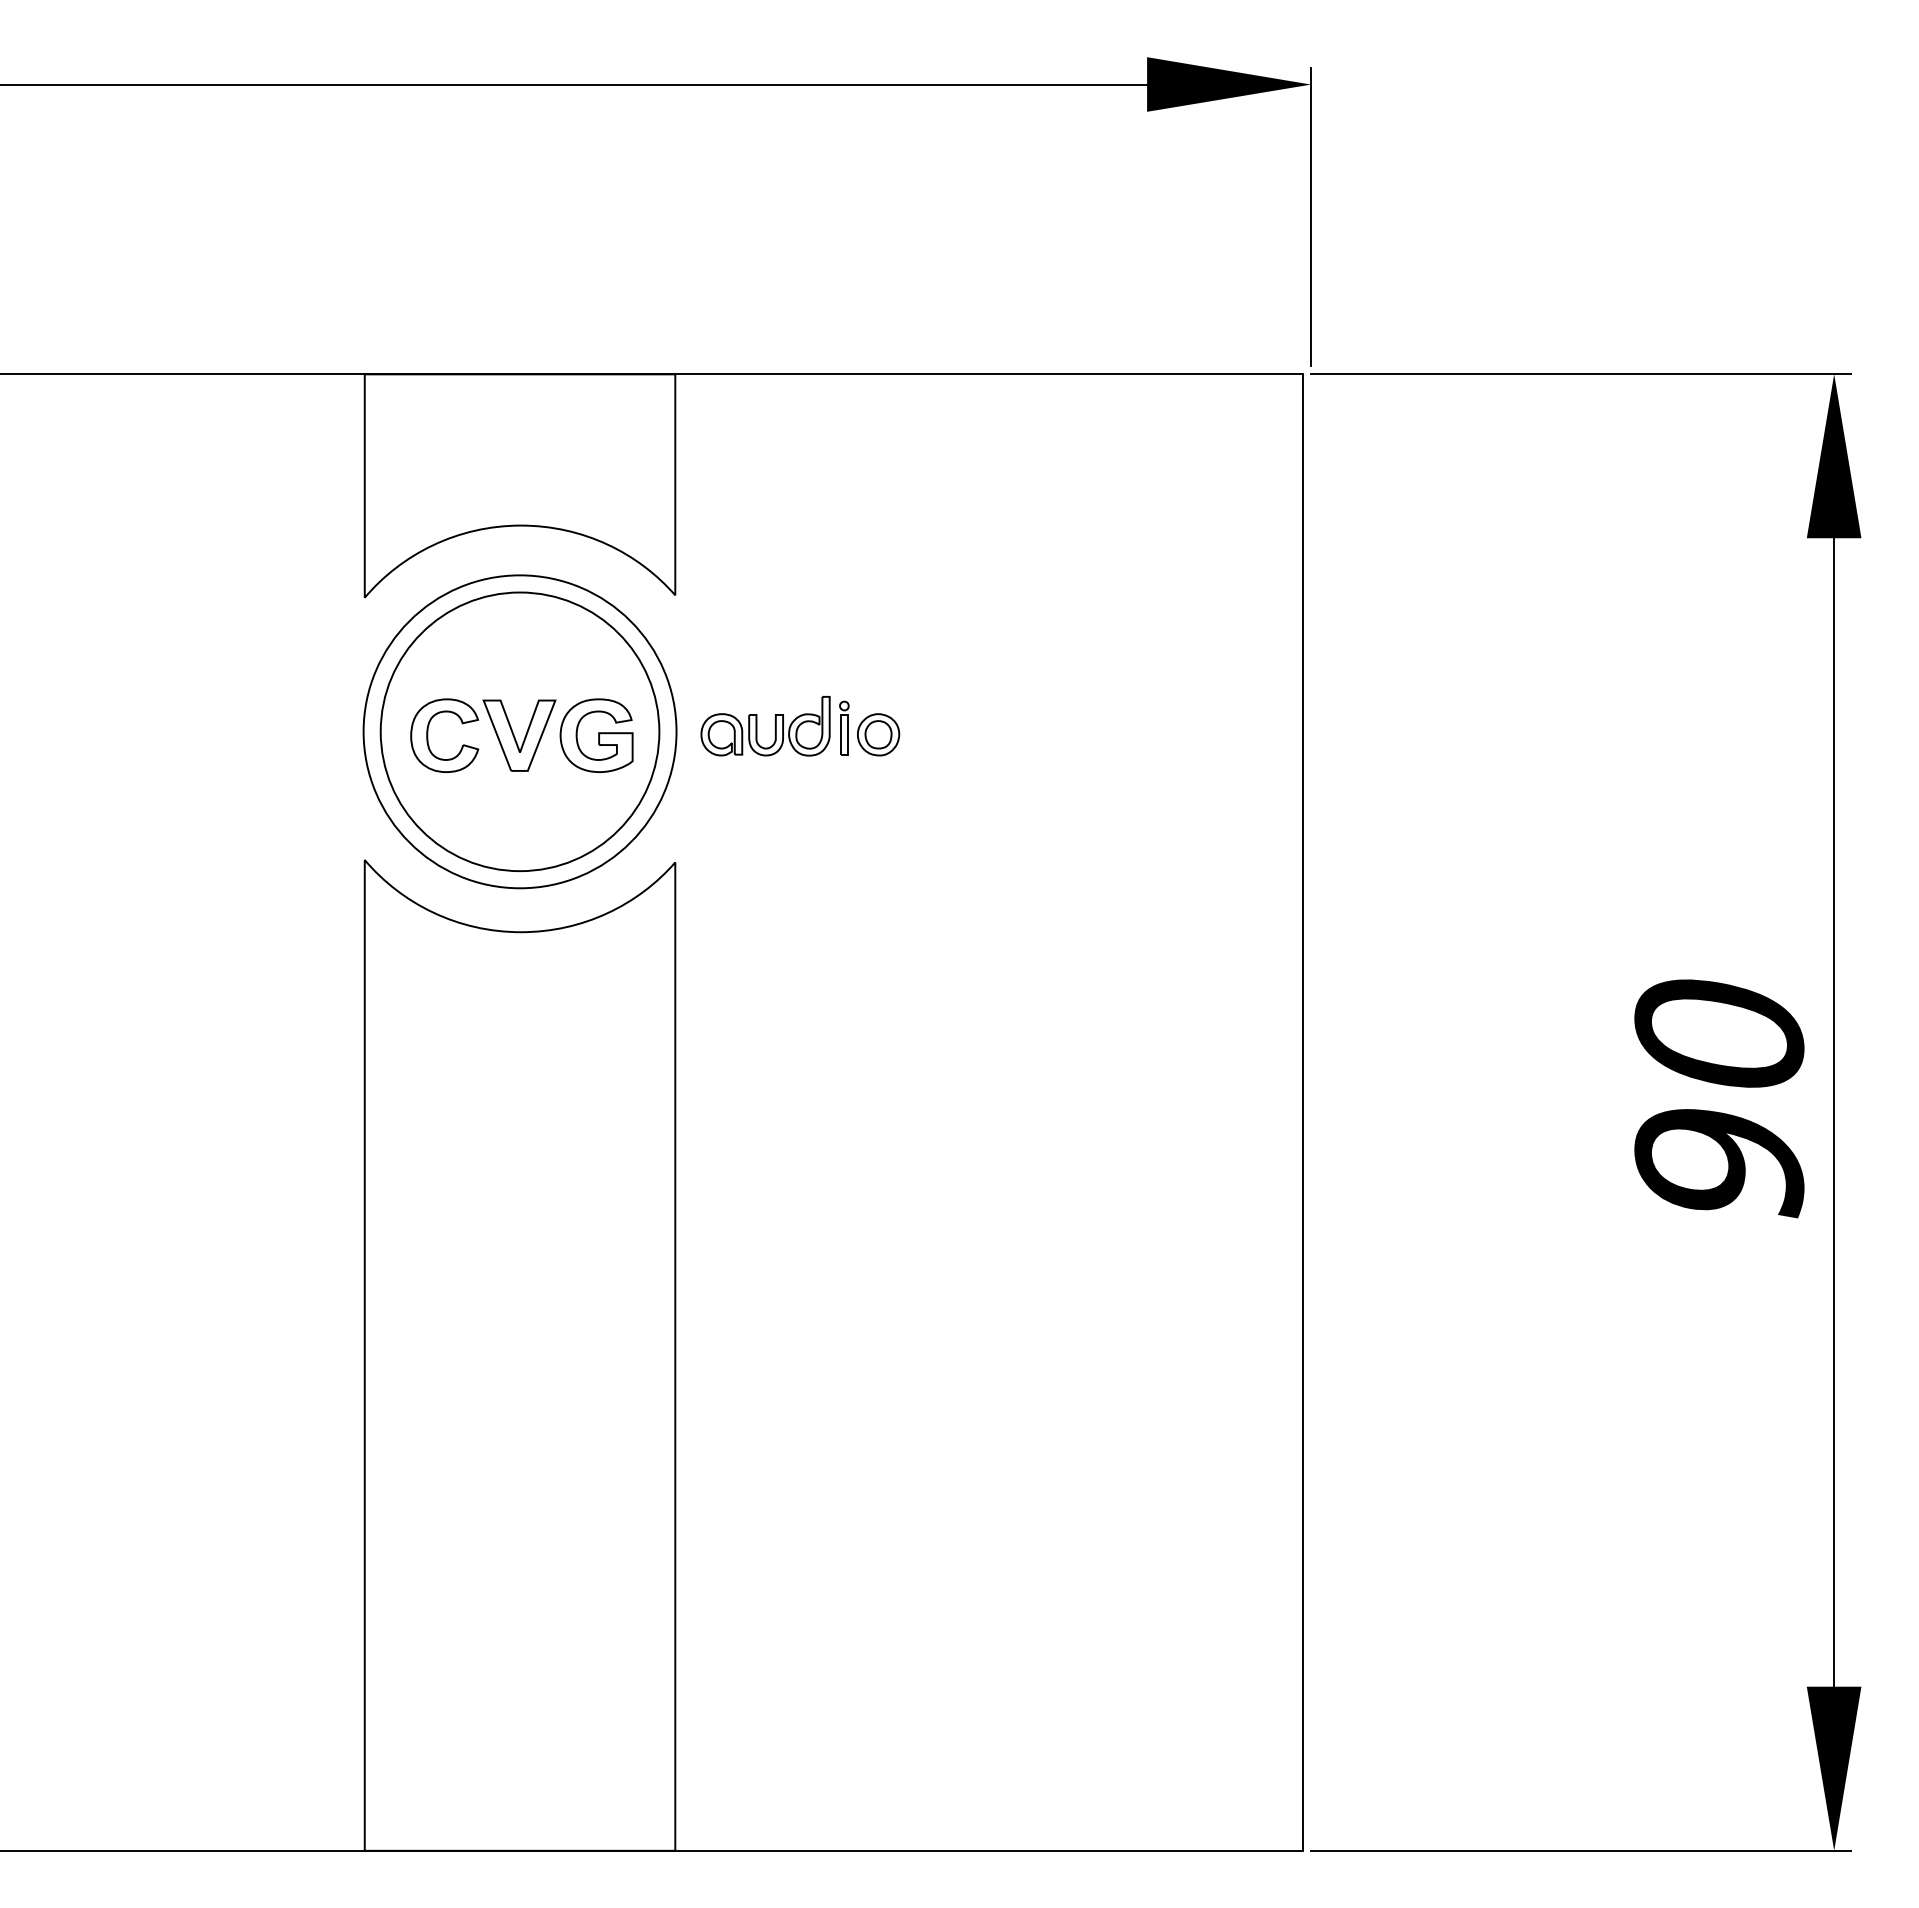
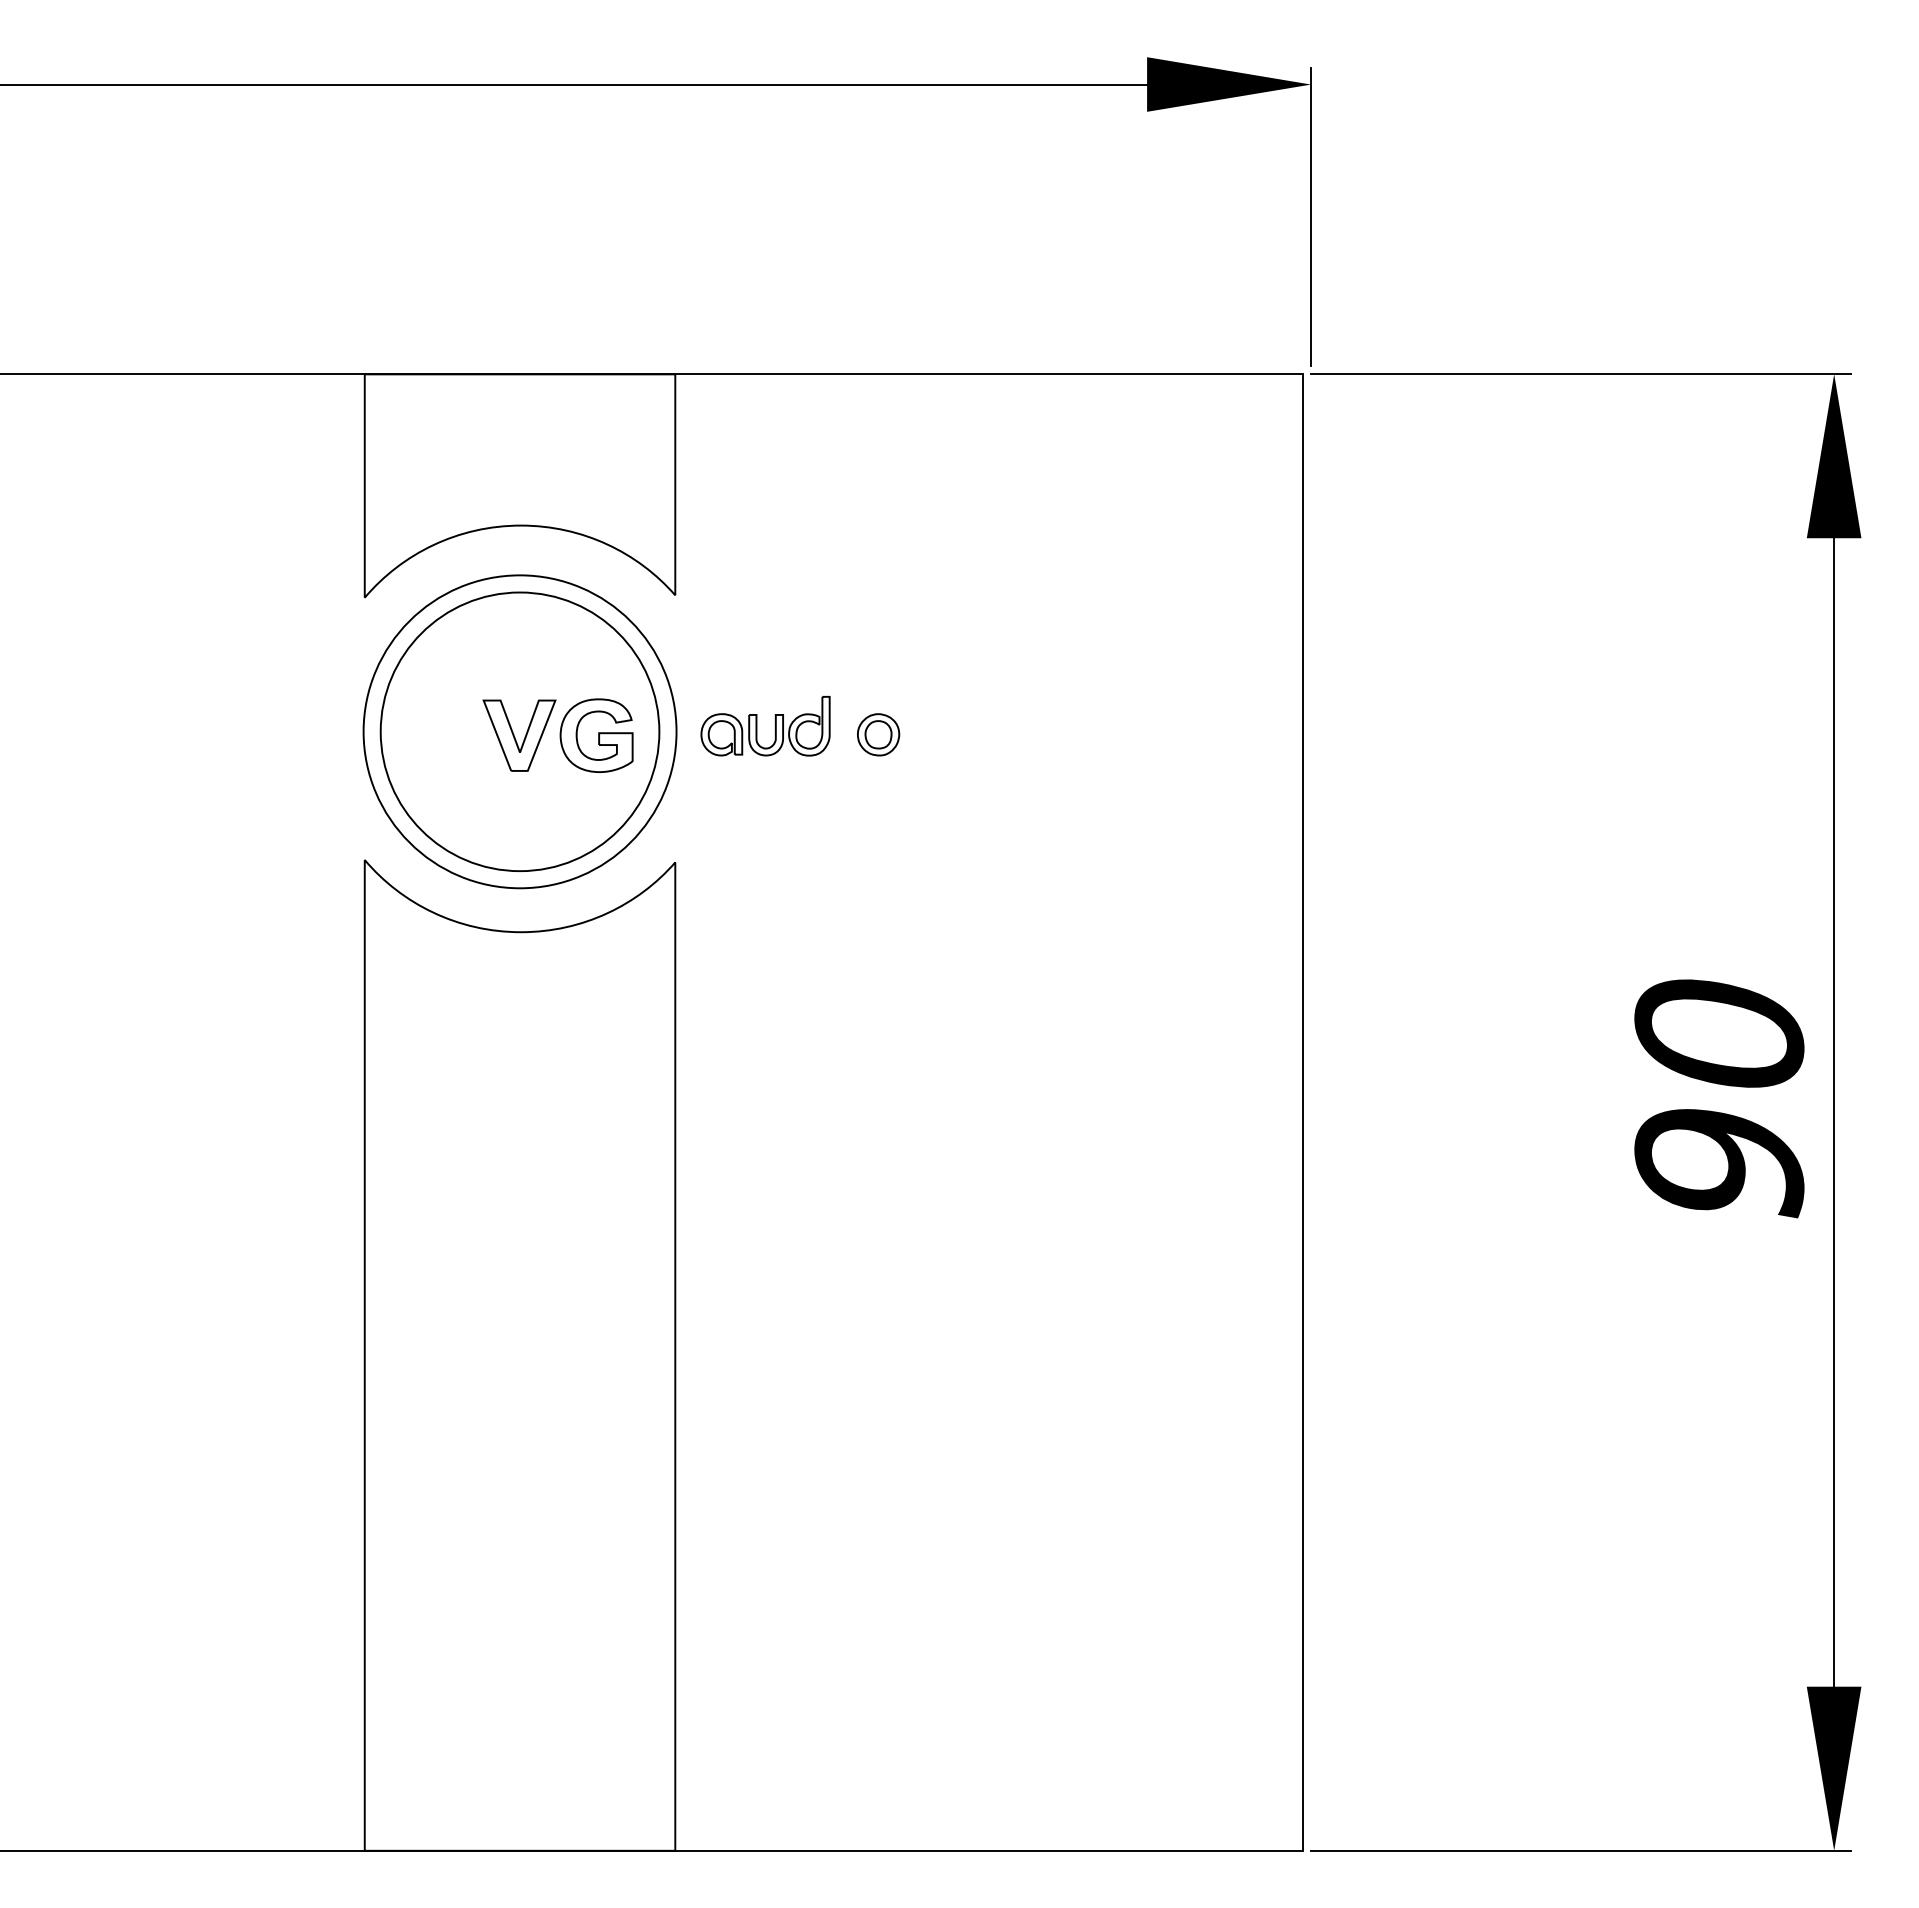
part at (844, 727): present -> none
part at (428, 735): present -> none
